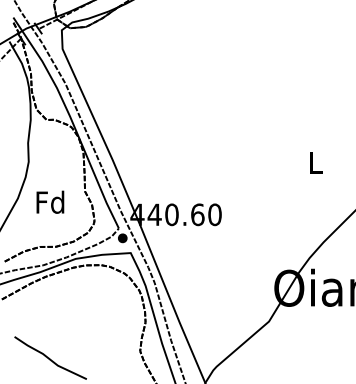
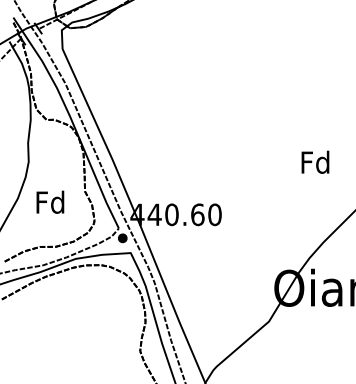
text at (315, 161): L -> Fd
line at (49, 357): present -> none
